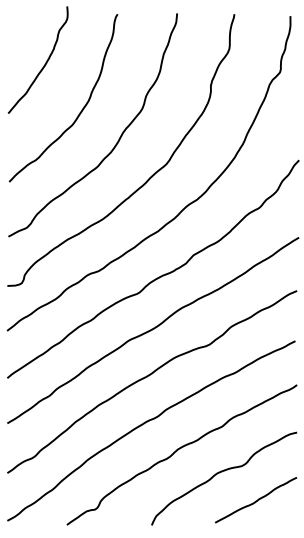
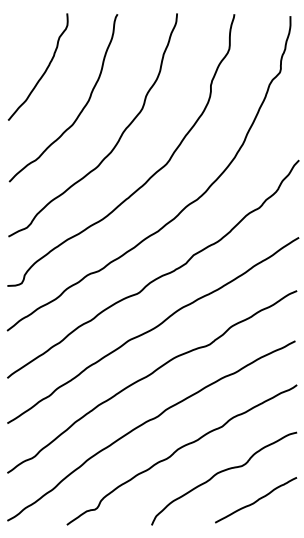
curve at (43, 65) position: (43, 65) -> (43, 72)
